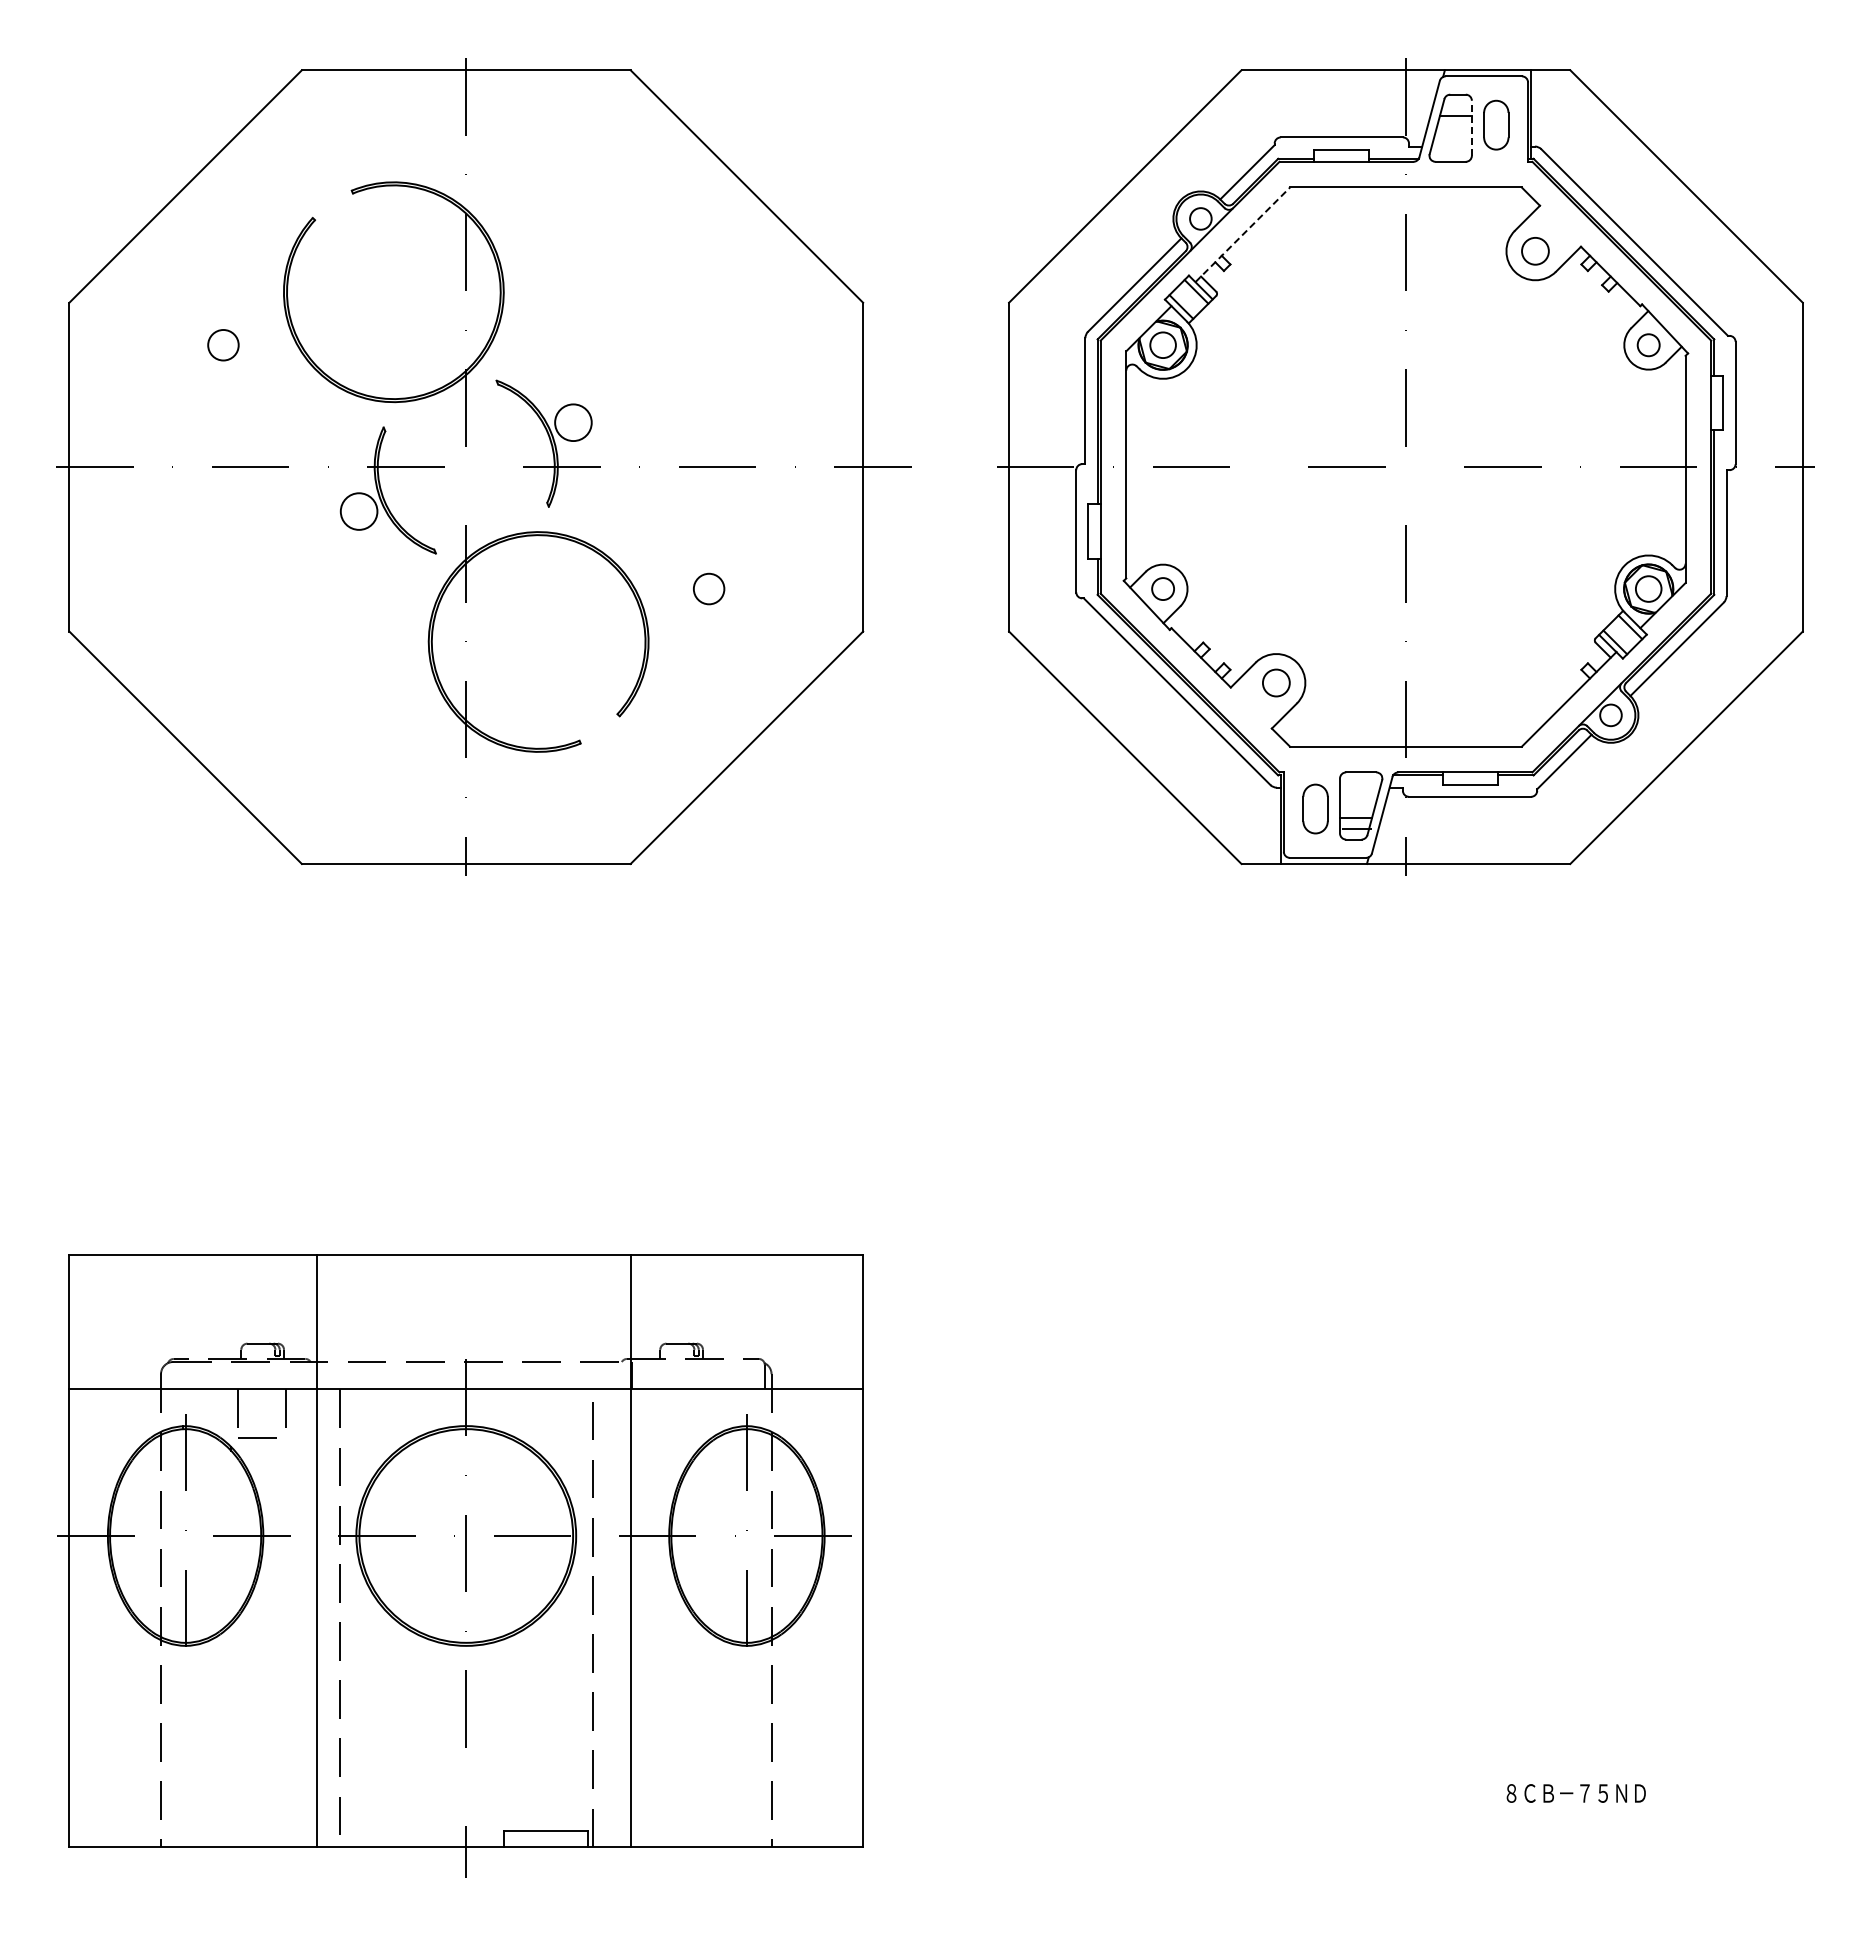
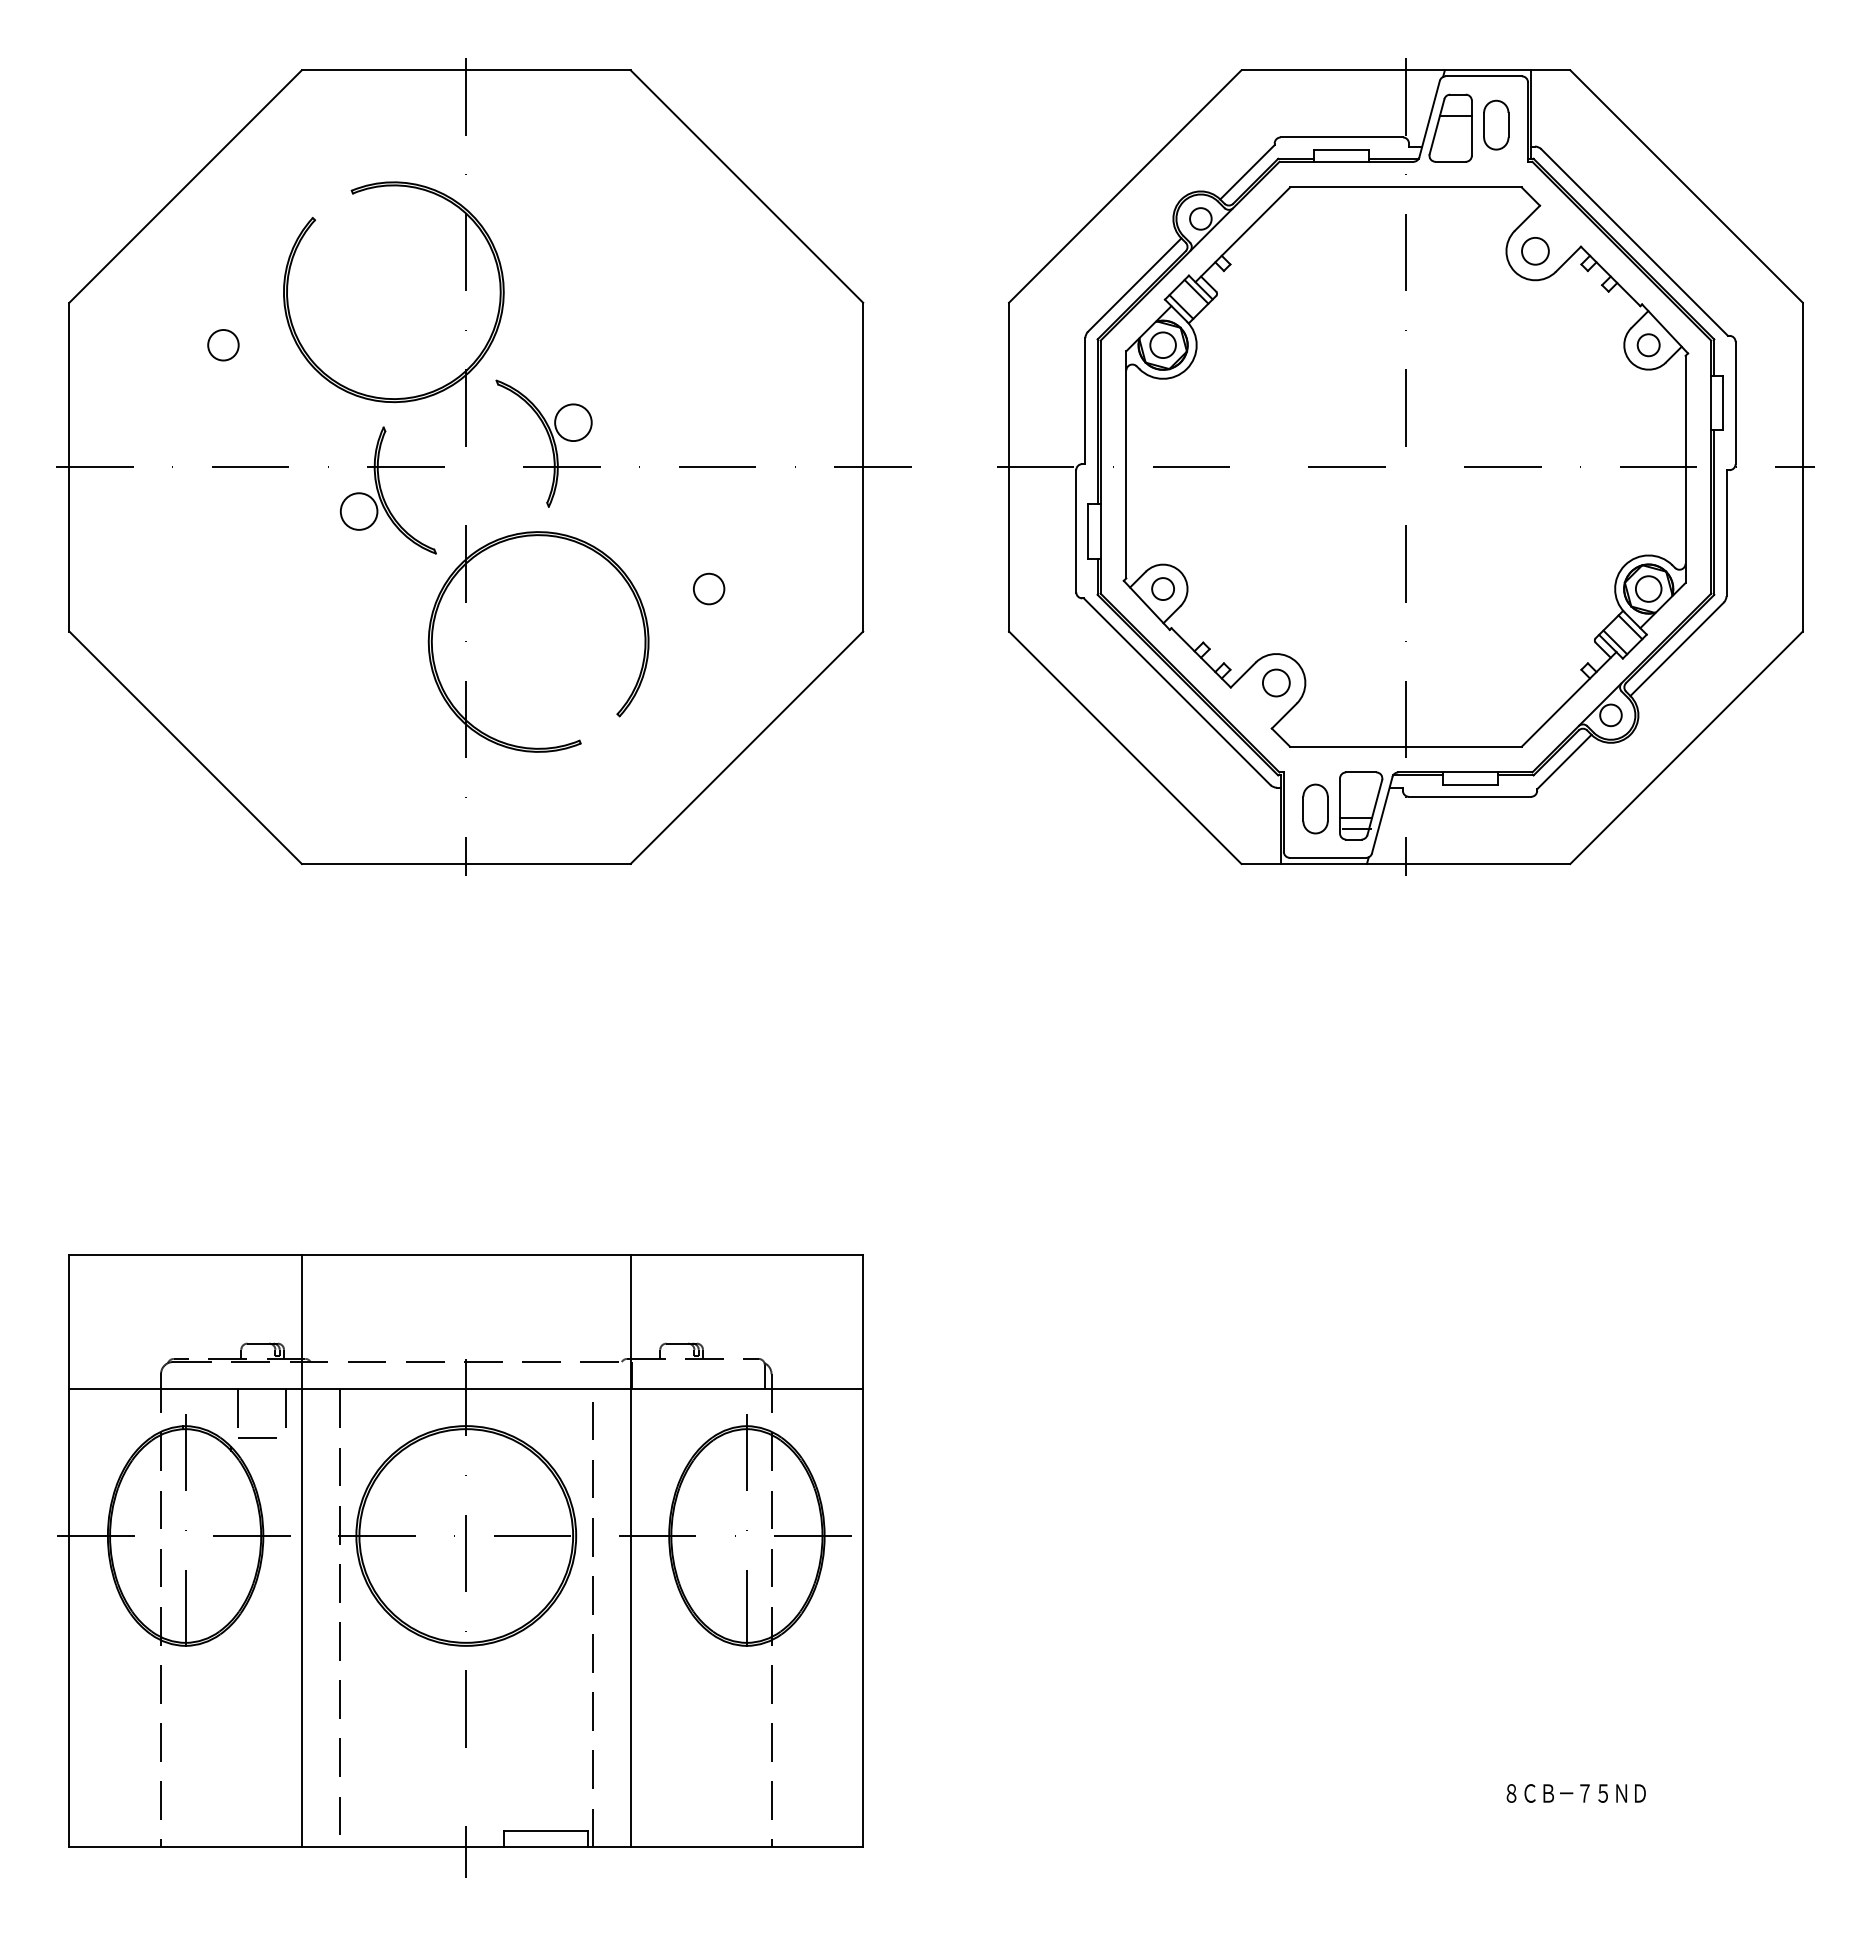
line at (1471, 127): dashed -> solid
line at (1242, 234): dashed -> solid
line at (316, 1551) position: (316, 1551) -> (301, 1551)
